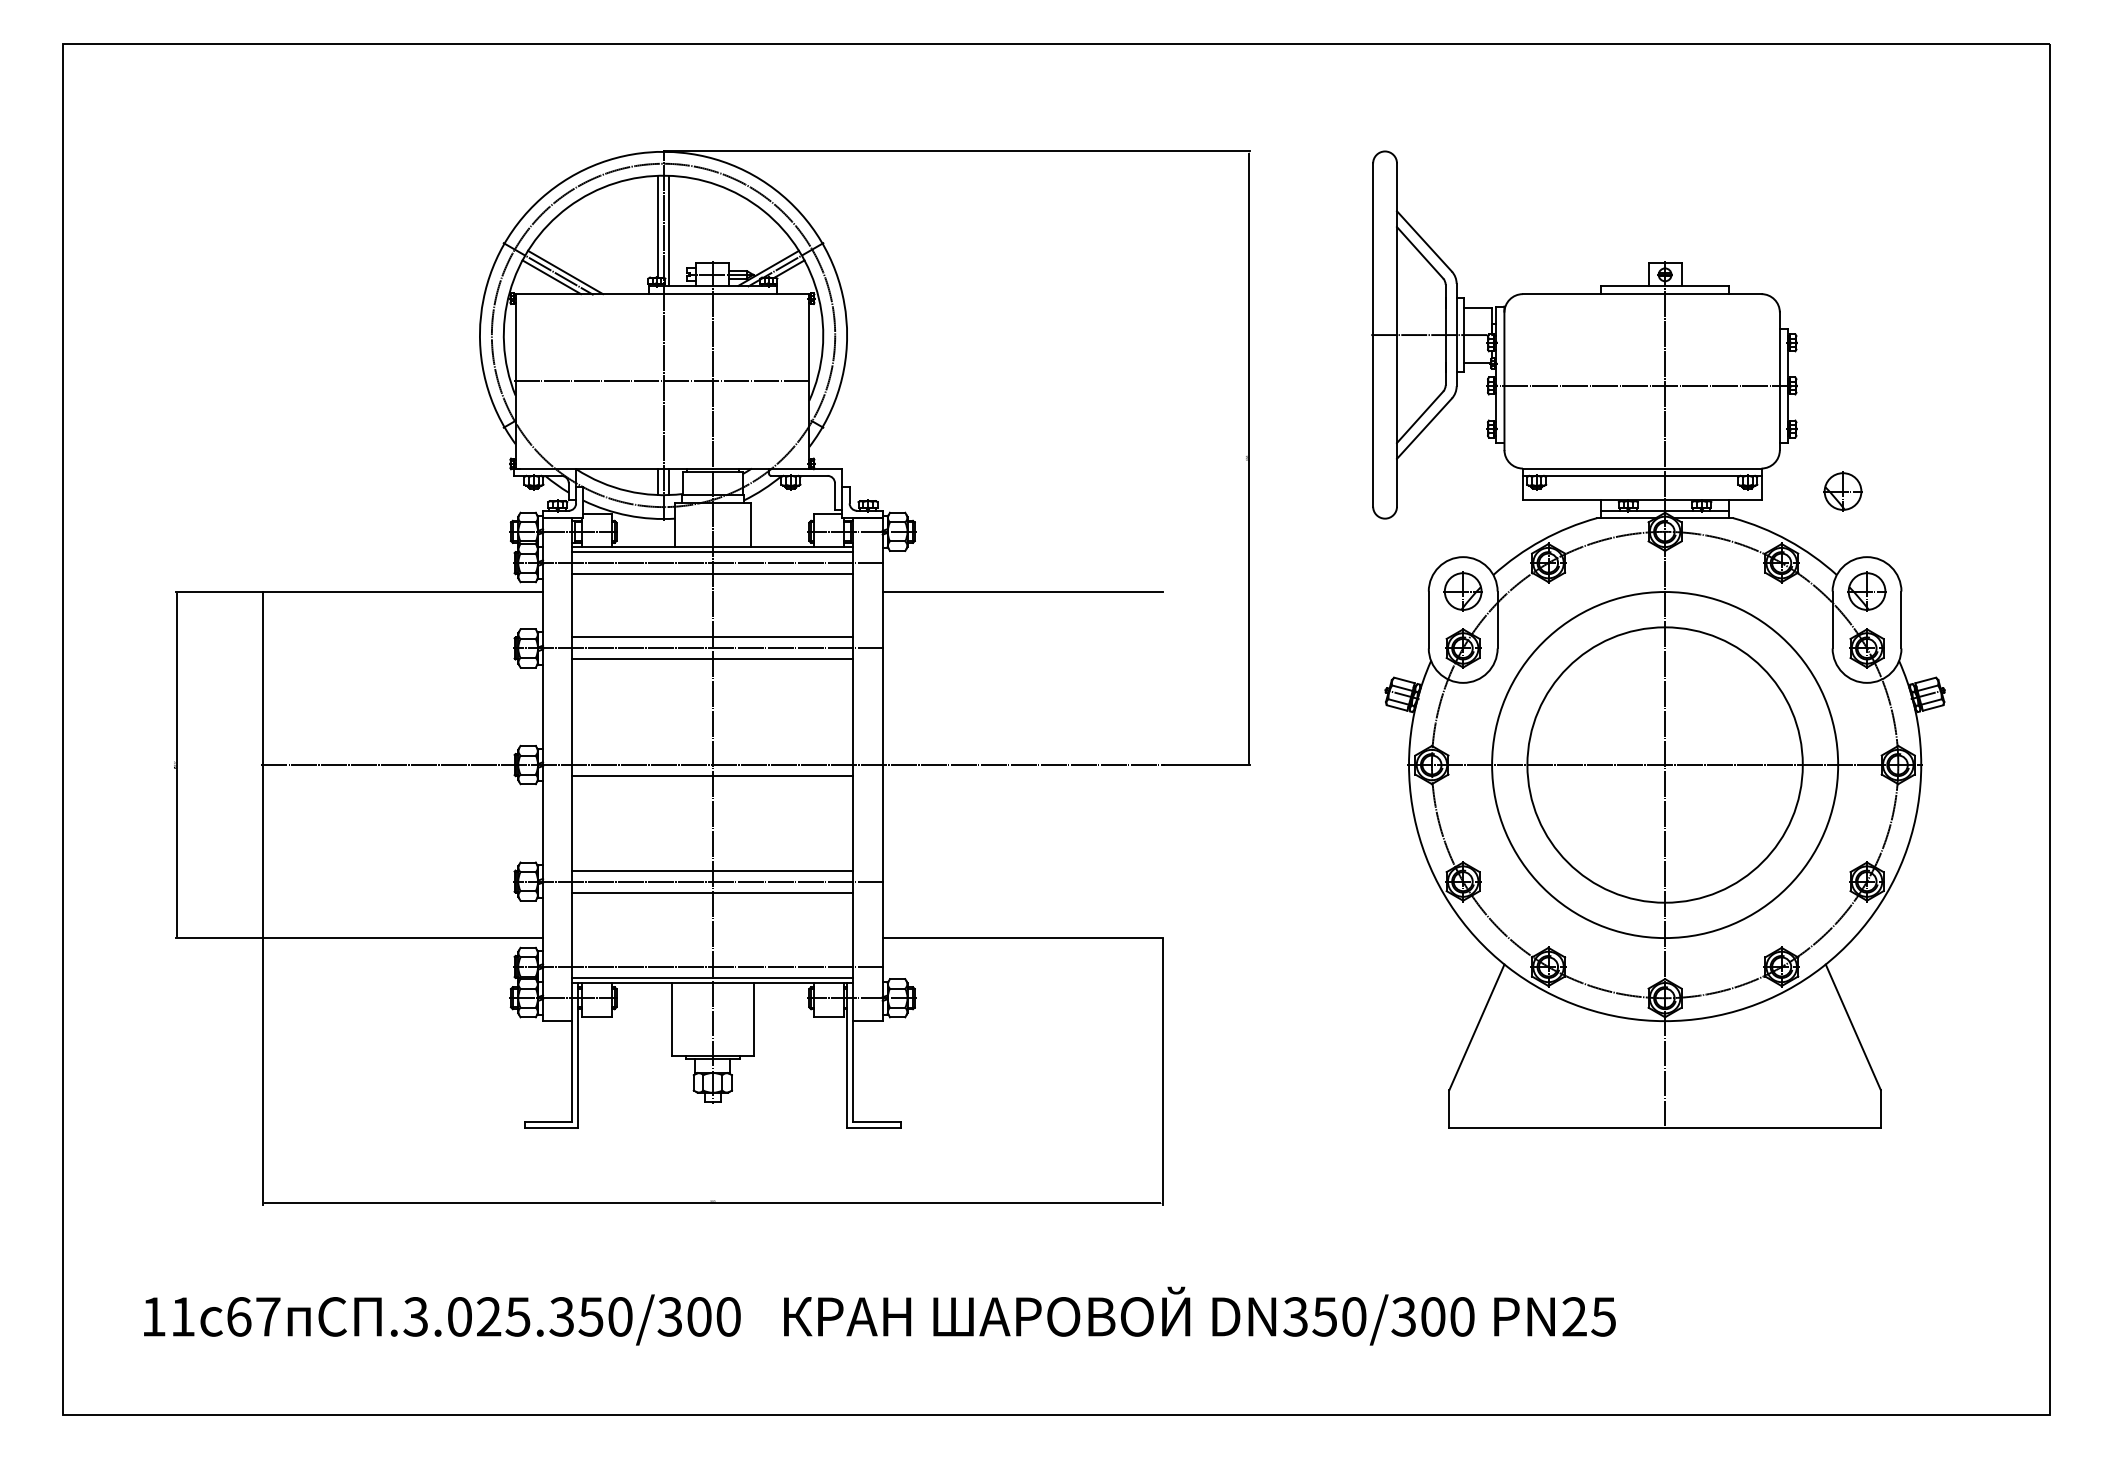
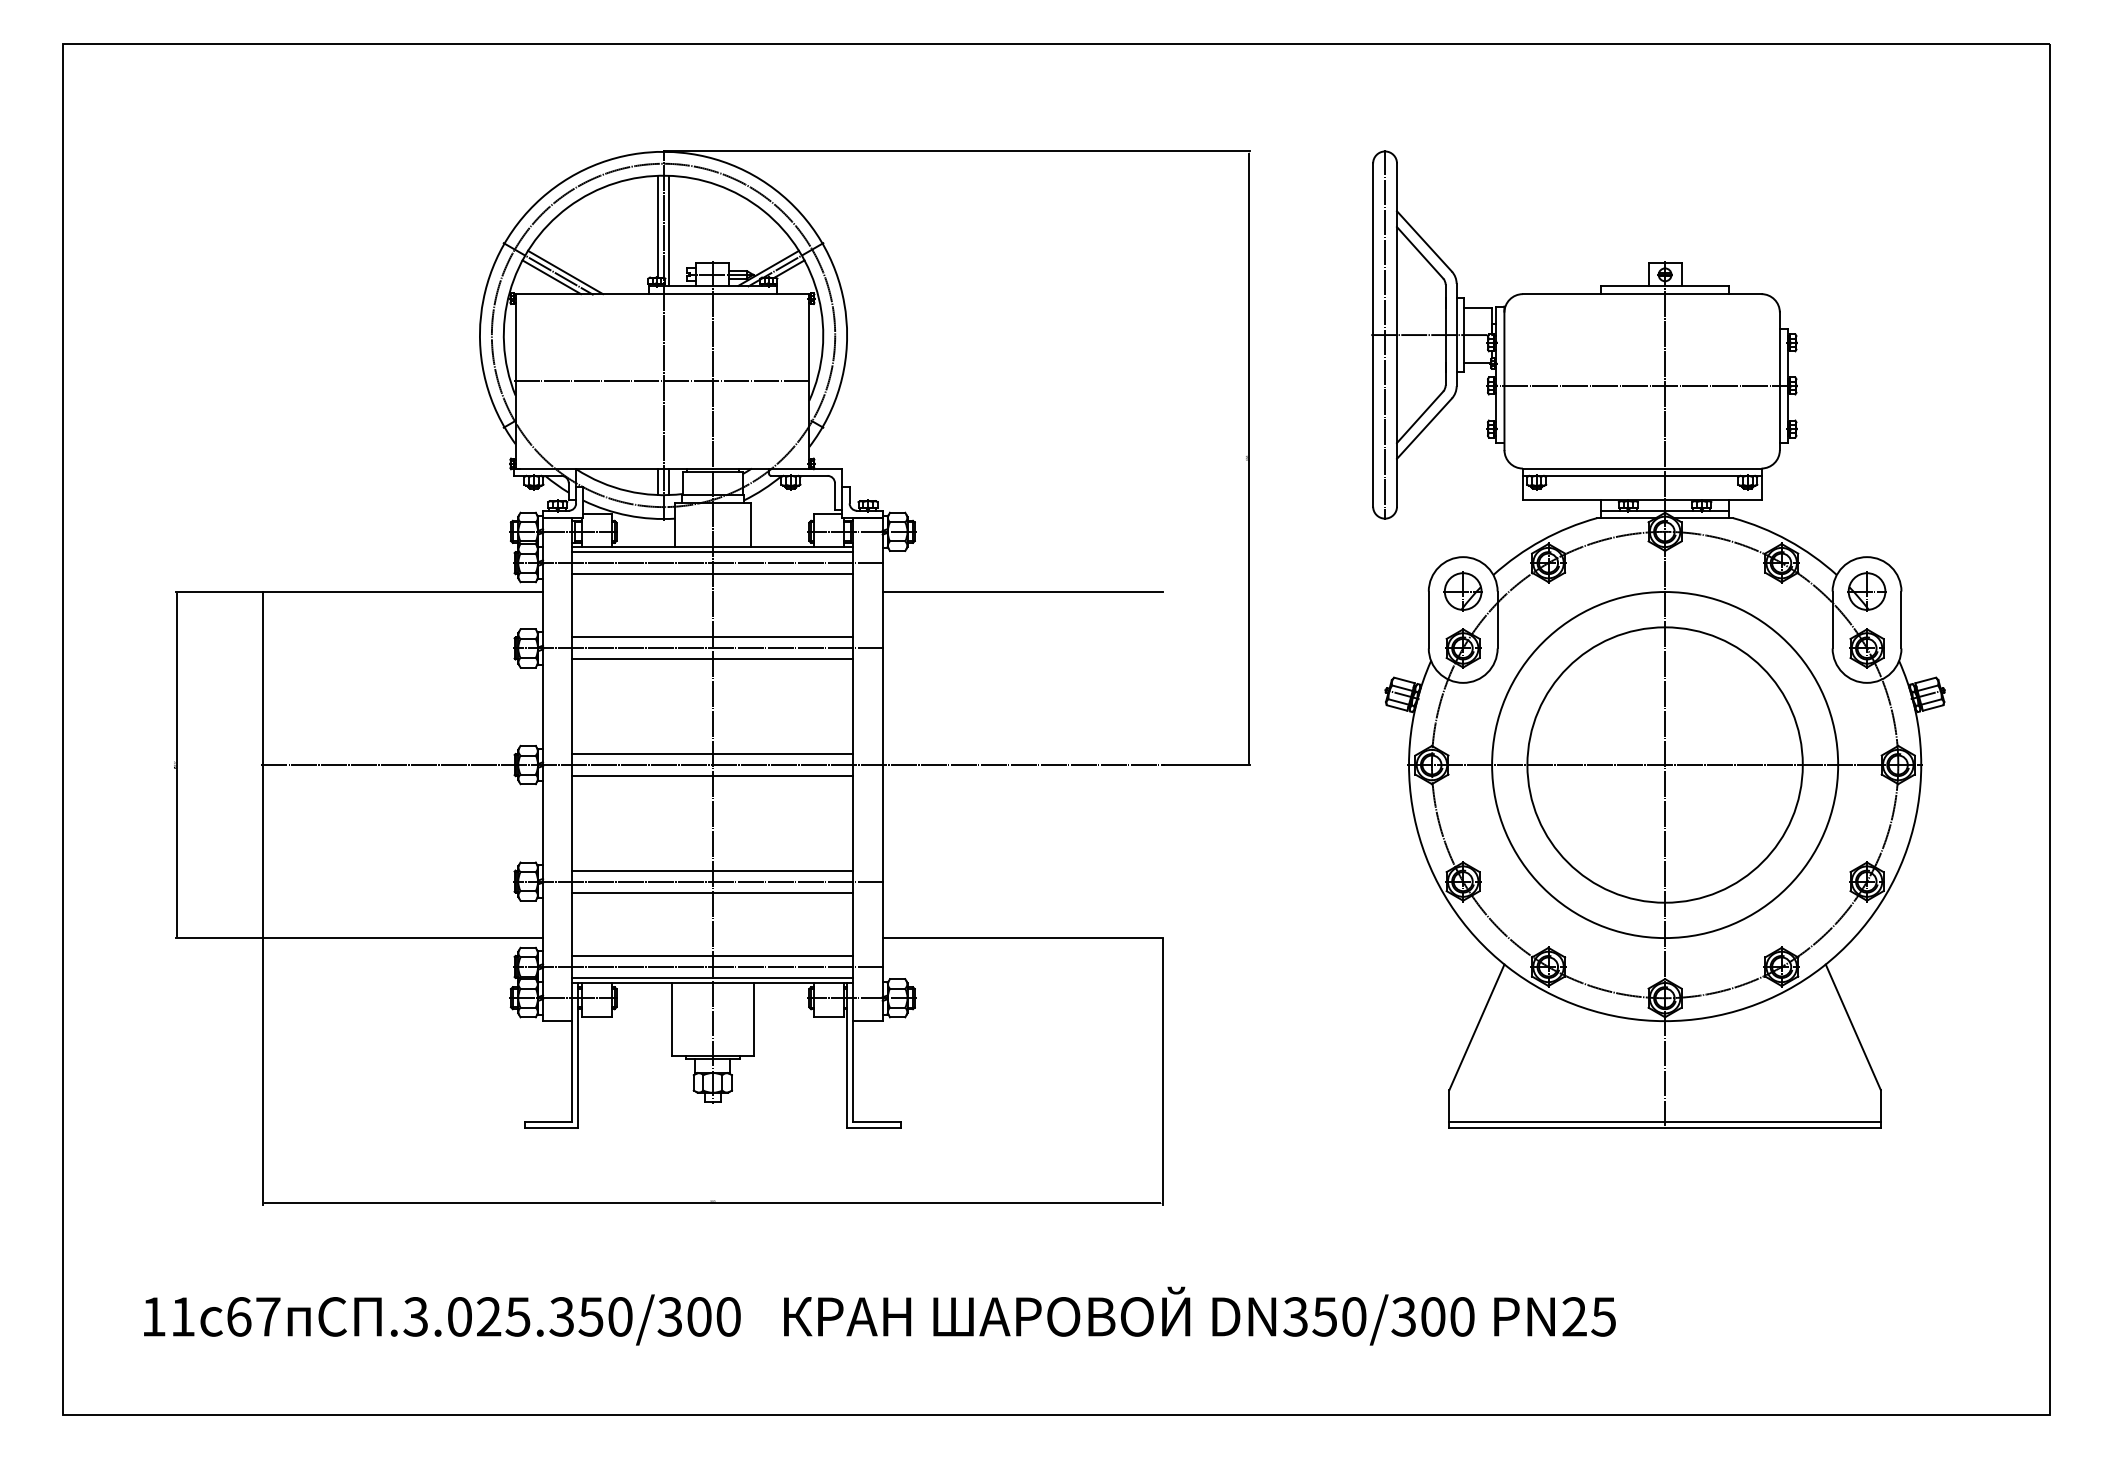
line at (1385, 334): none -> present
part at (1842, 491): present -> none
line at (712, 754): none -> present
line at (712, 955): none -> present
line at (1664, 1122): none -> present
